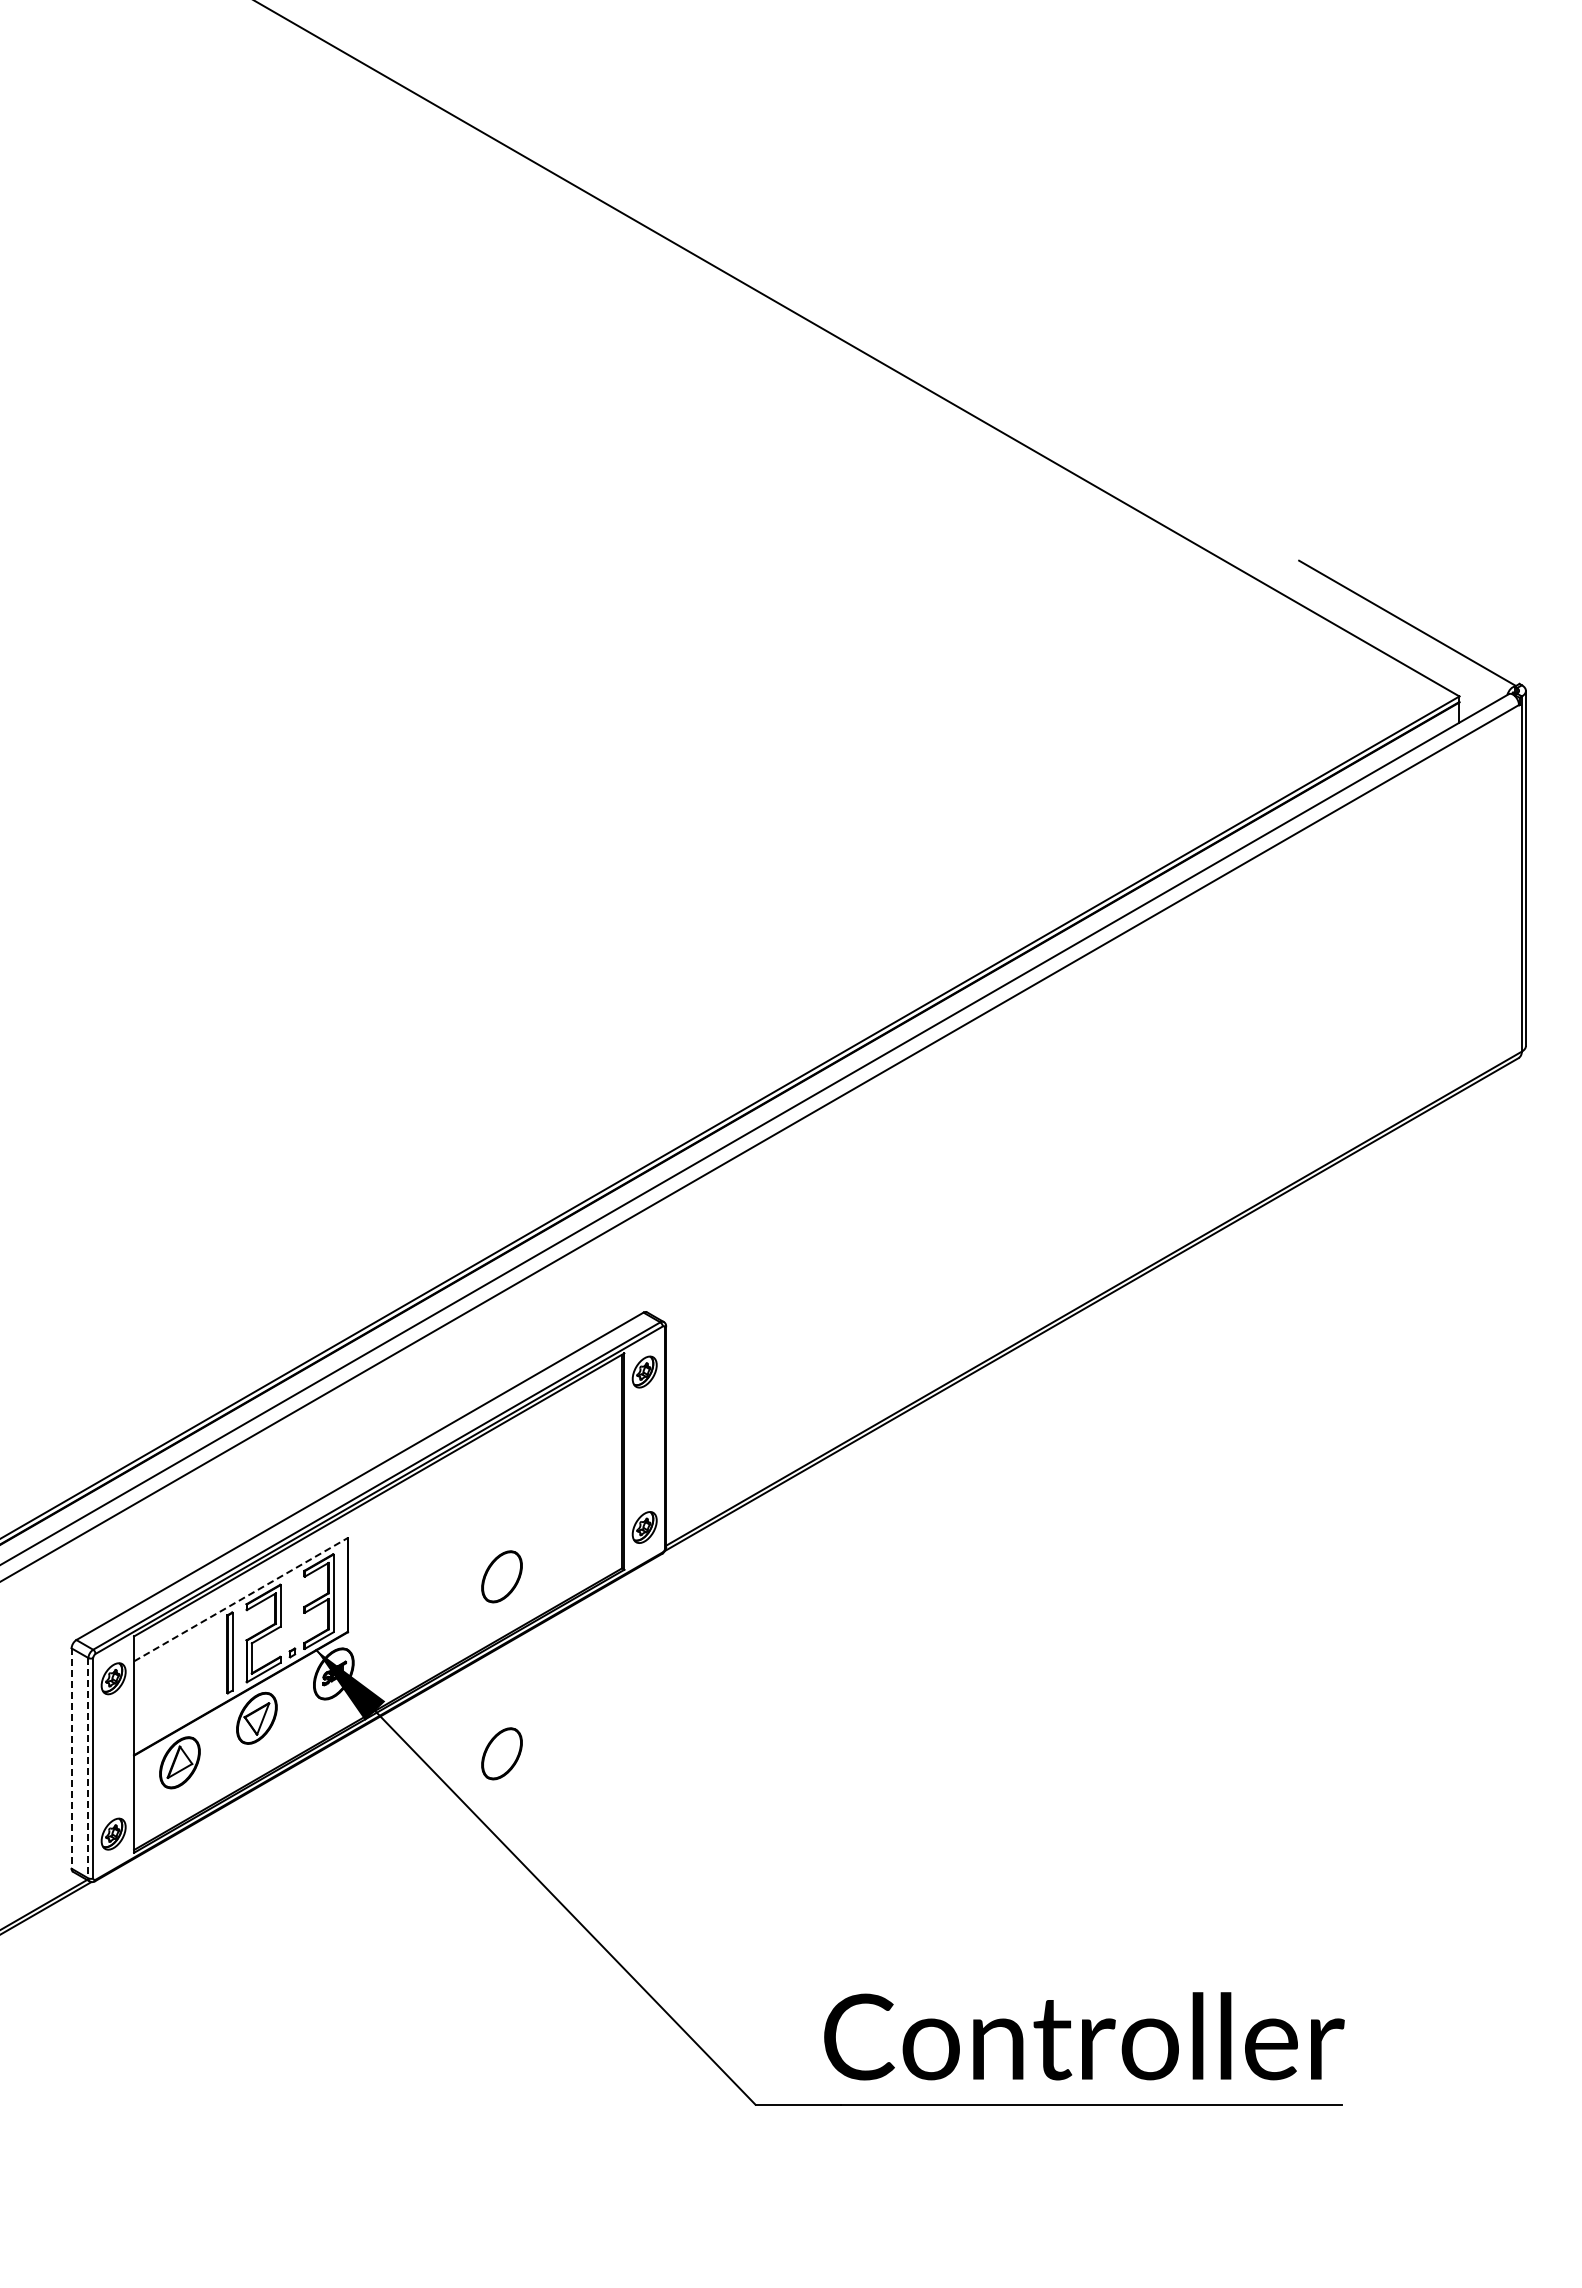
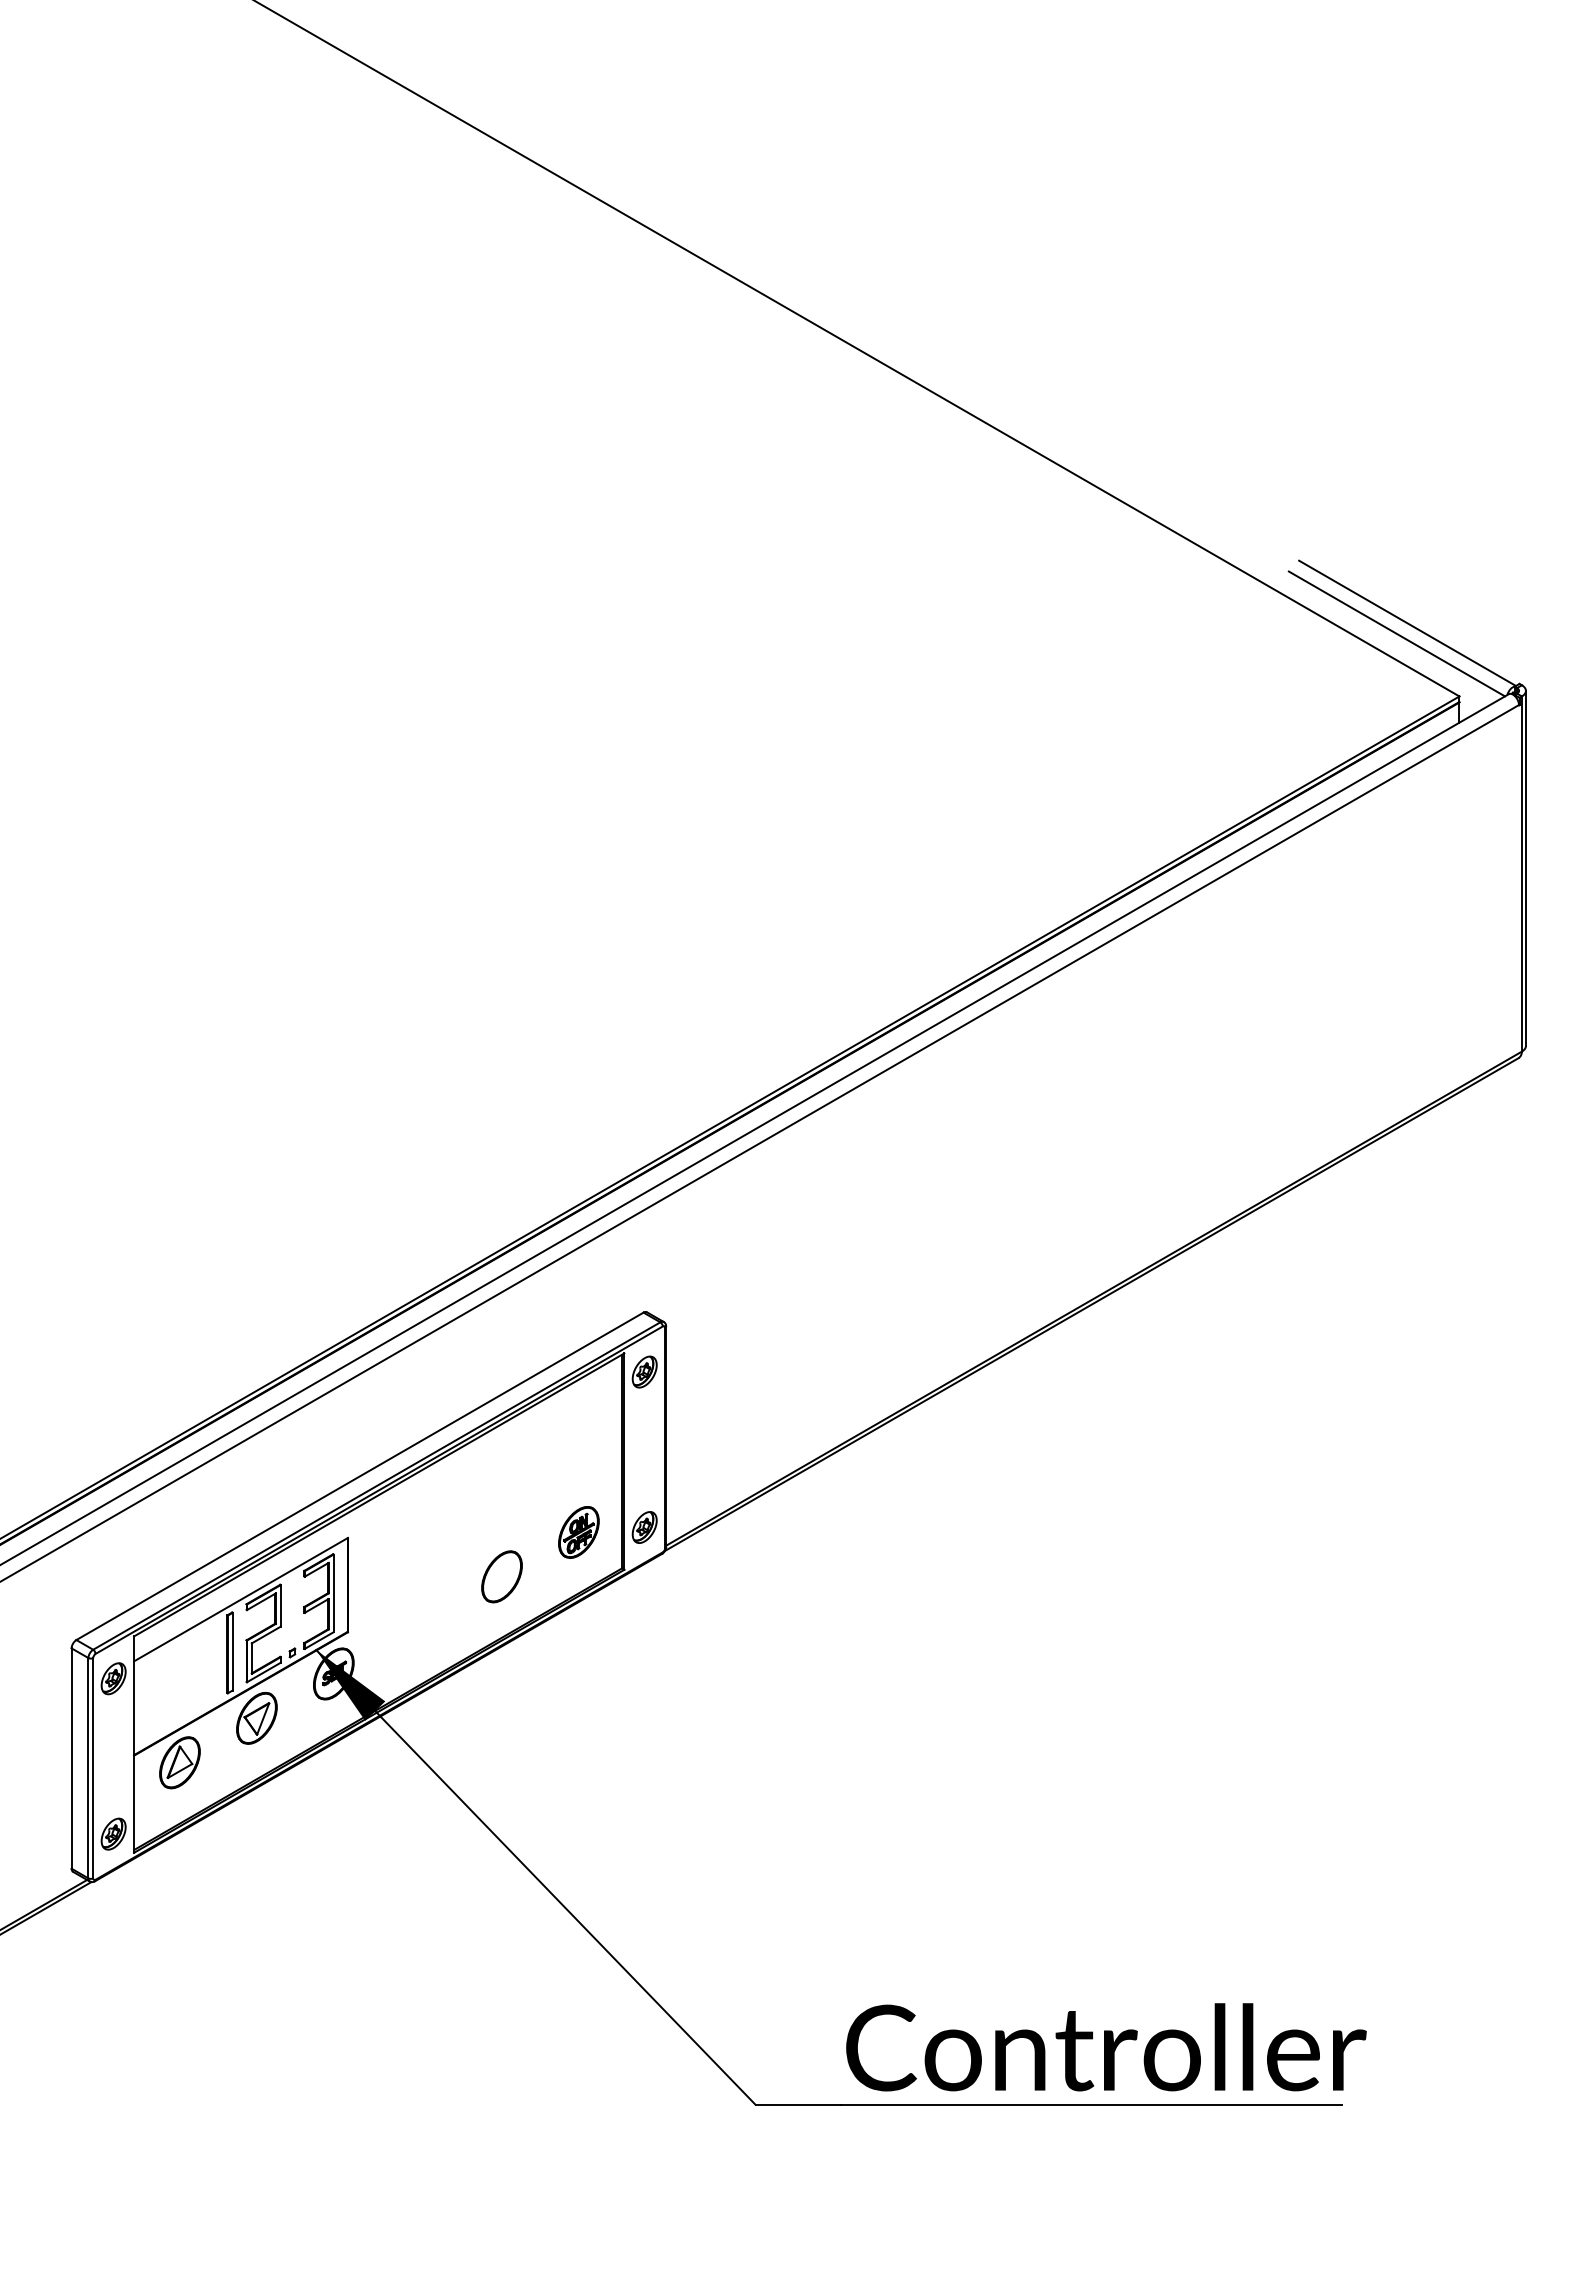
line at (1396, 633): none -> present
part at (578, 1532): none -> present
line at (241, 1599): dashed -> solid
part at (501, 1753): present -> none
line at (71, 1759): dashed -> solid
line at (88, 1768): dashed -> solid
text at (1084, 2036) position: (1084, 2036) -> (1106, 2047)
